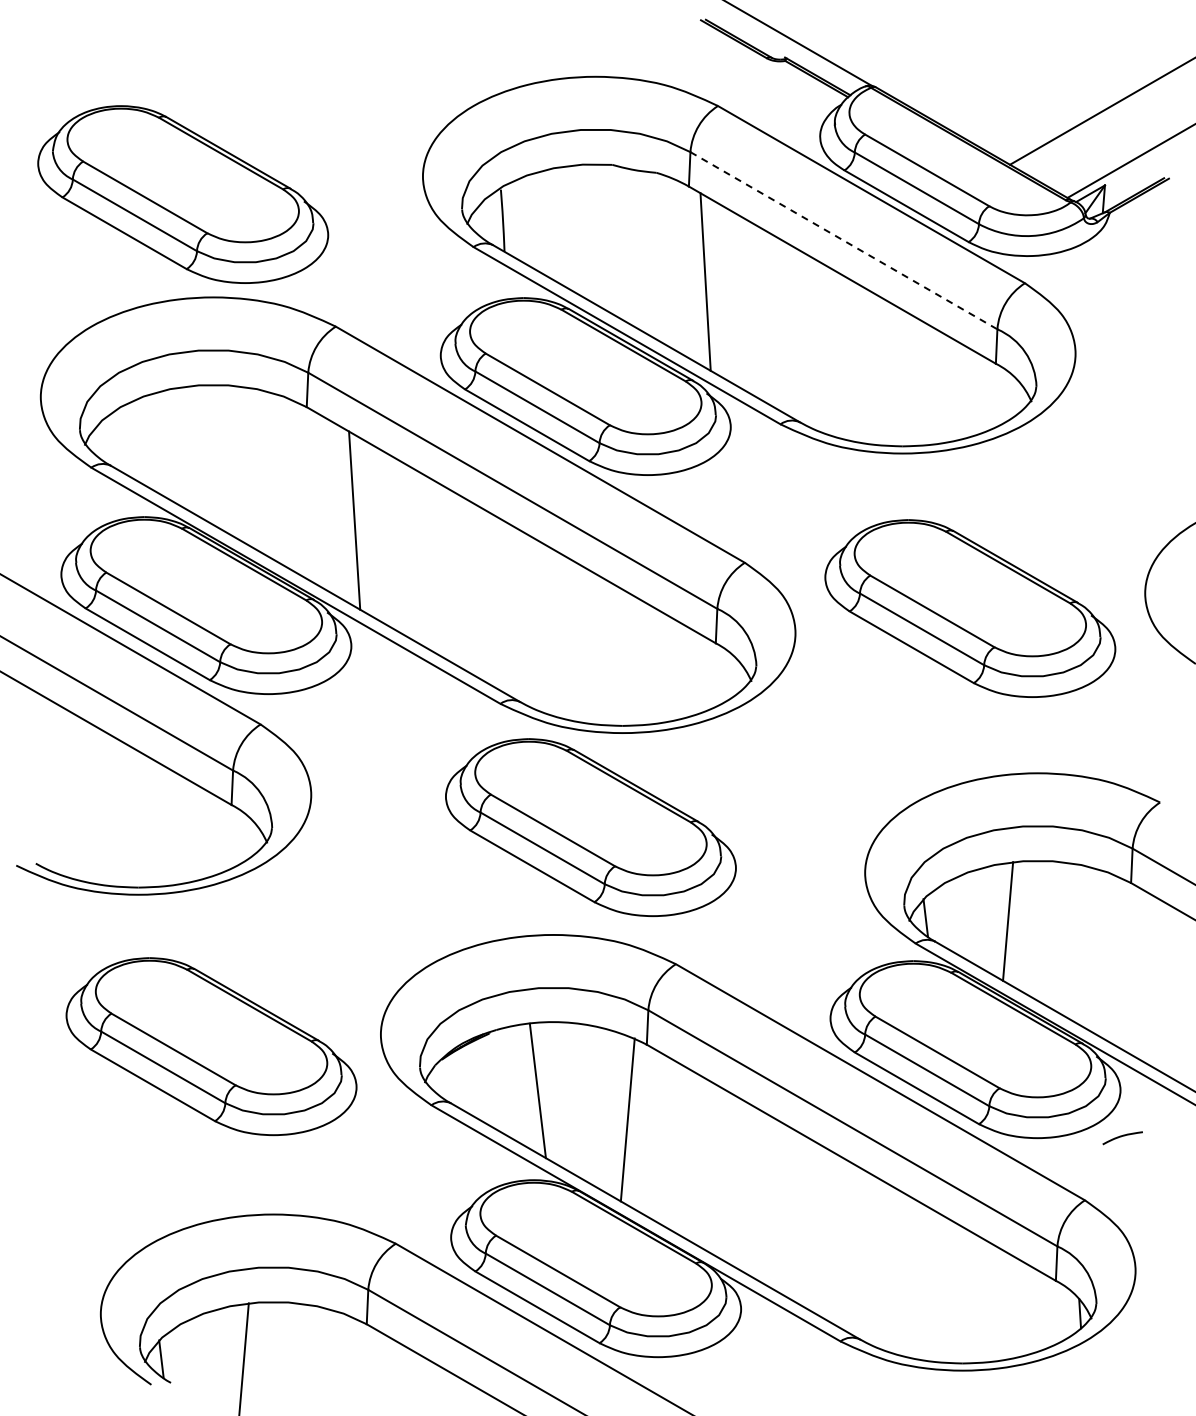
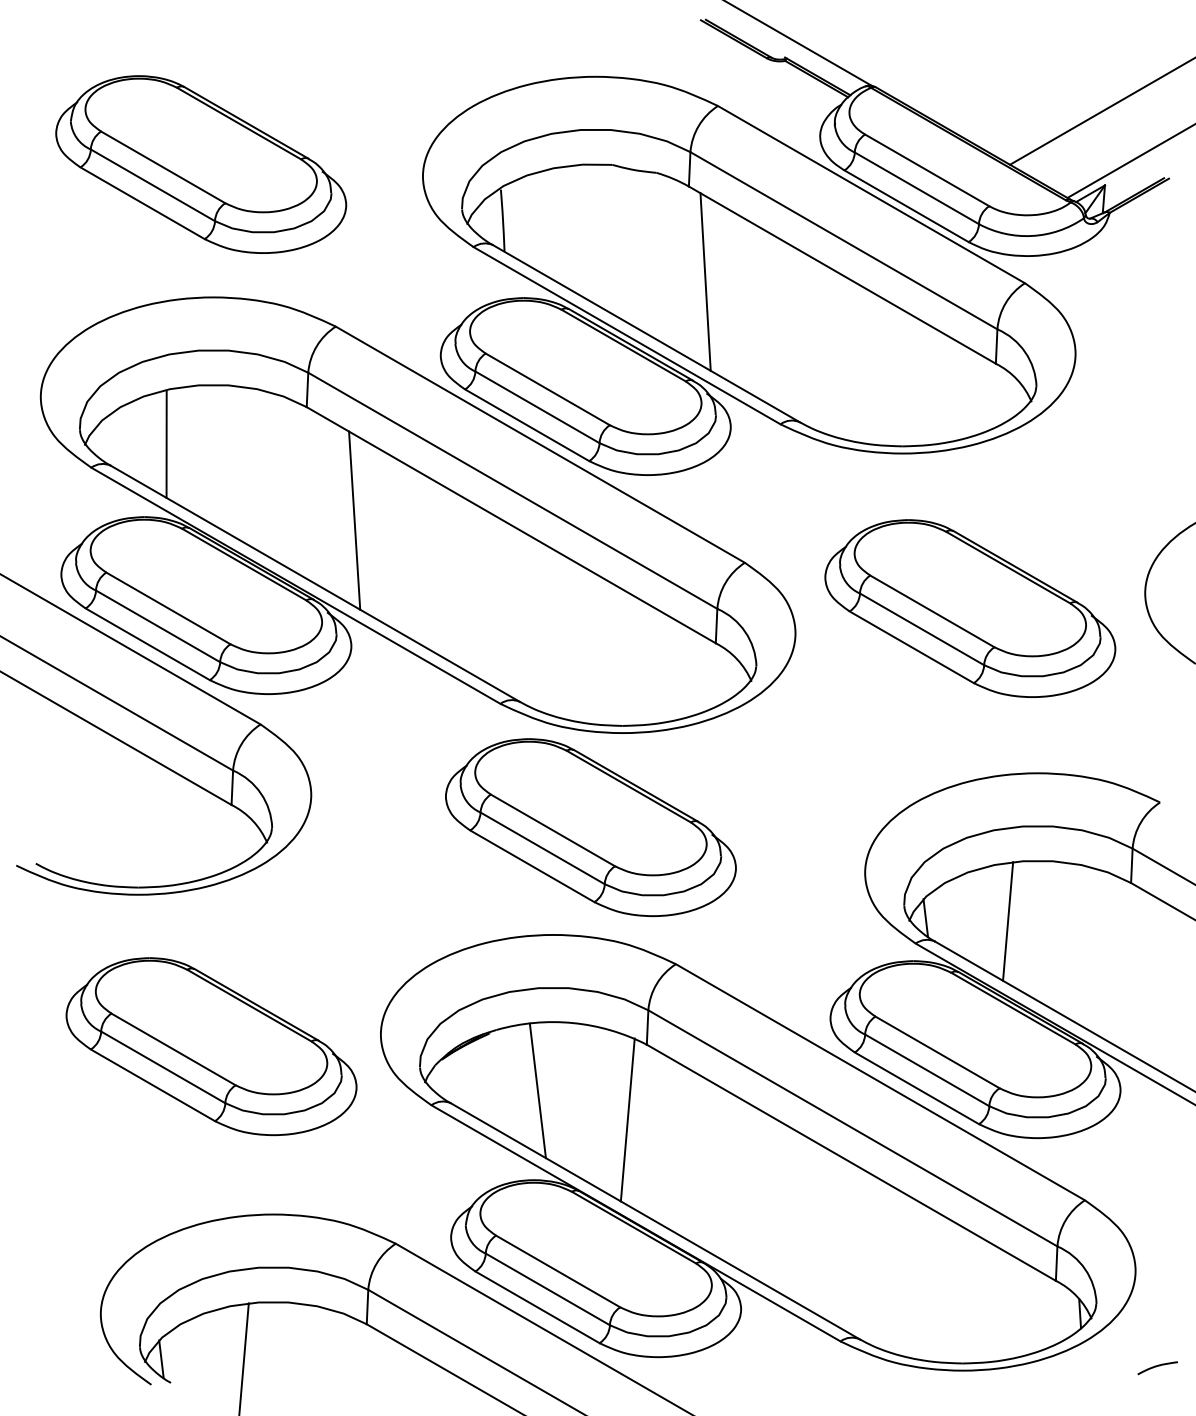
part at (183, 194) position: (183, 194) -> (201, 164)
line at (844, 240): dashed -> solid
line at (166, 443): none -> present
curve at (1121, 1137) position: (1121, 1137) -> (1156, 1367)
